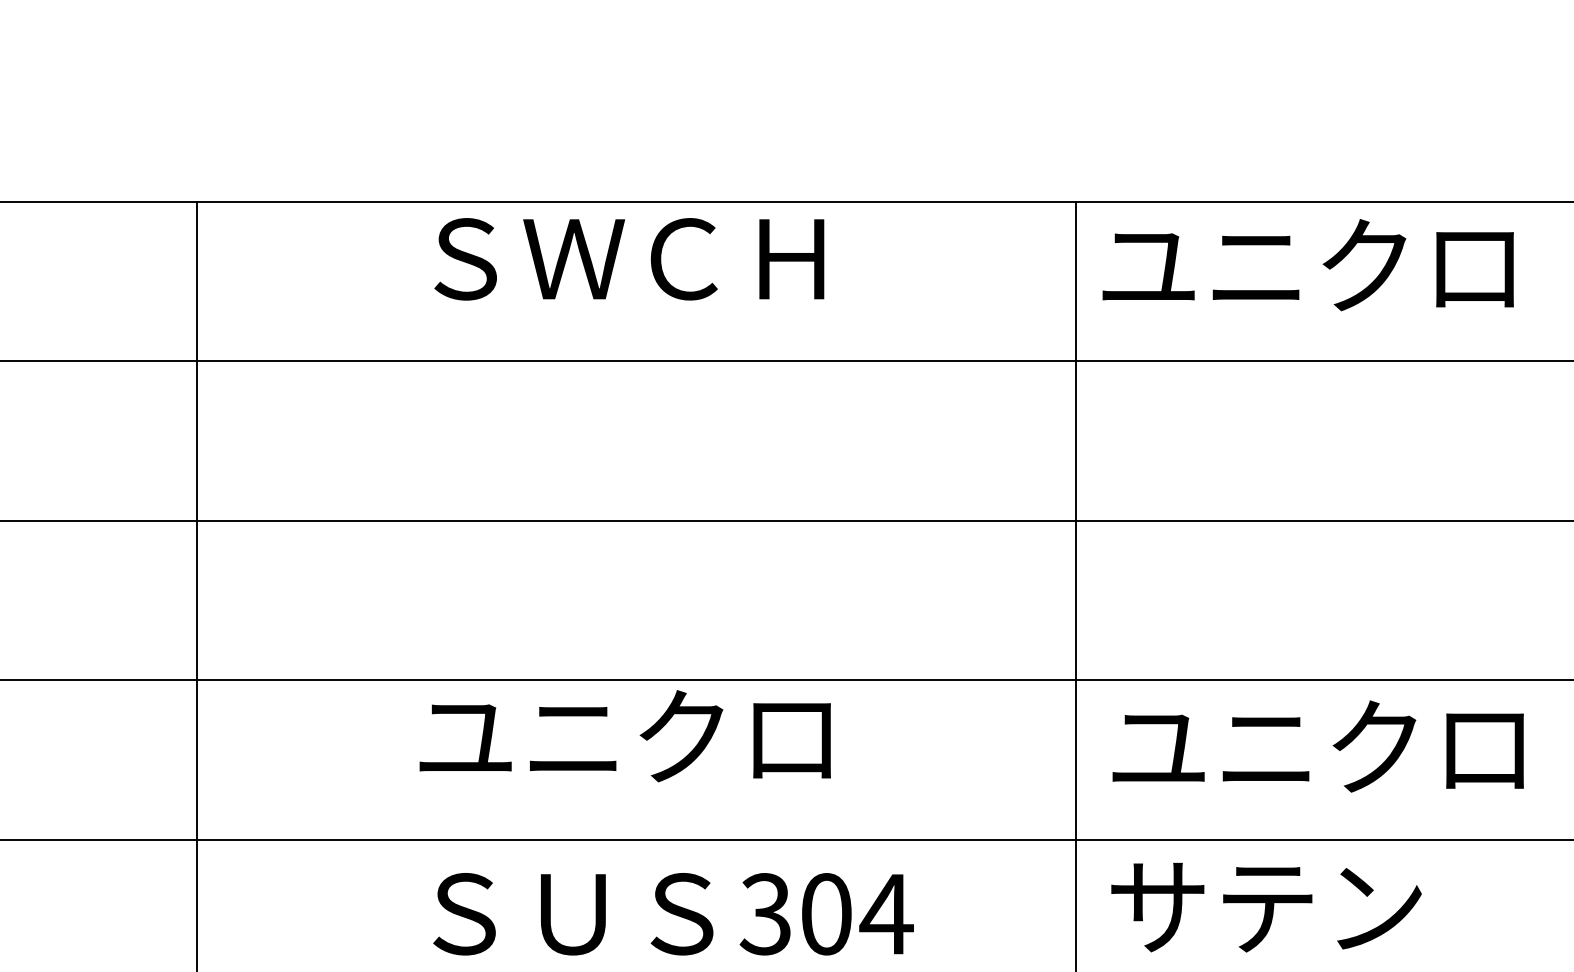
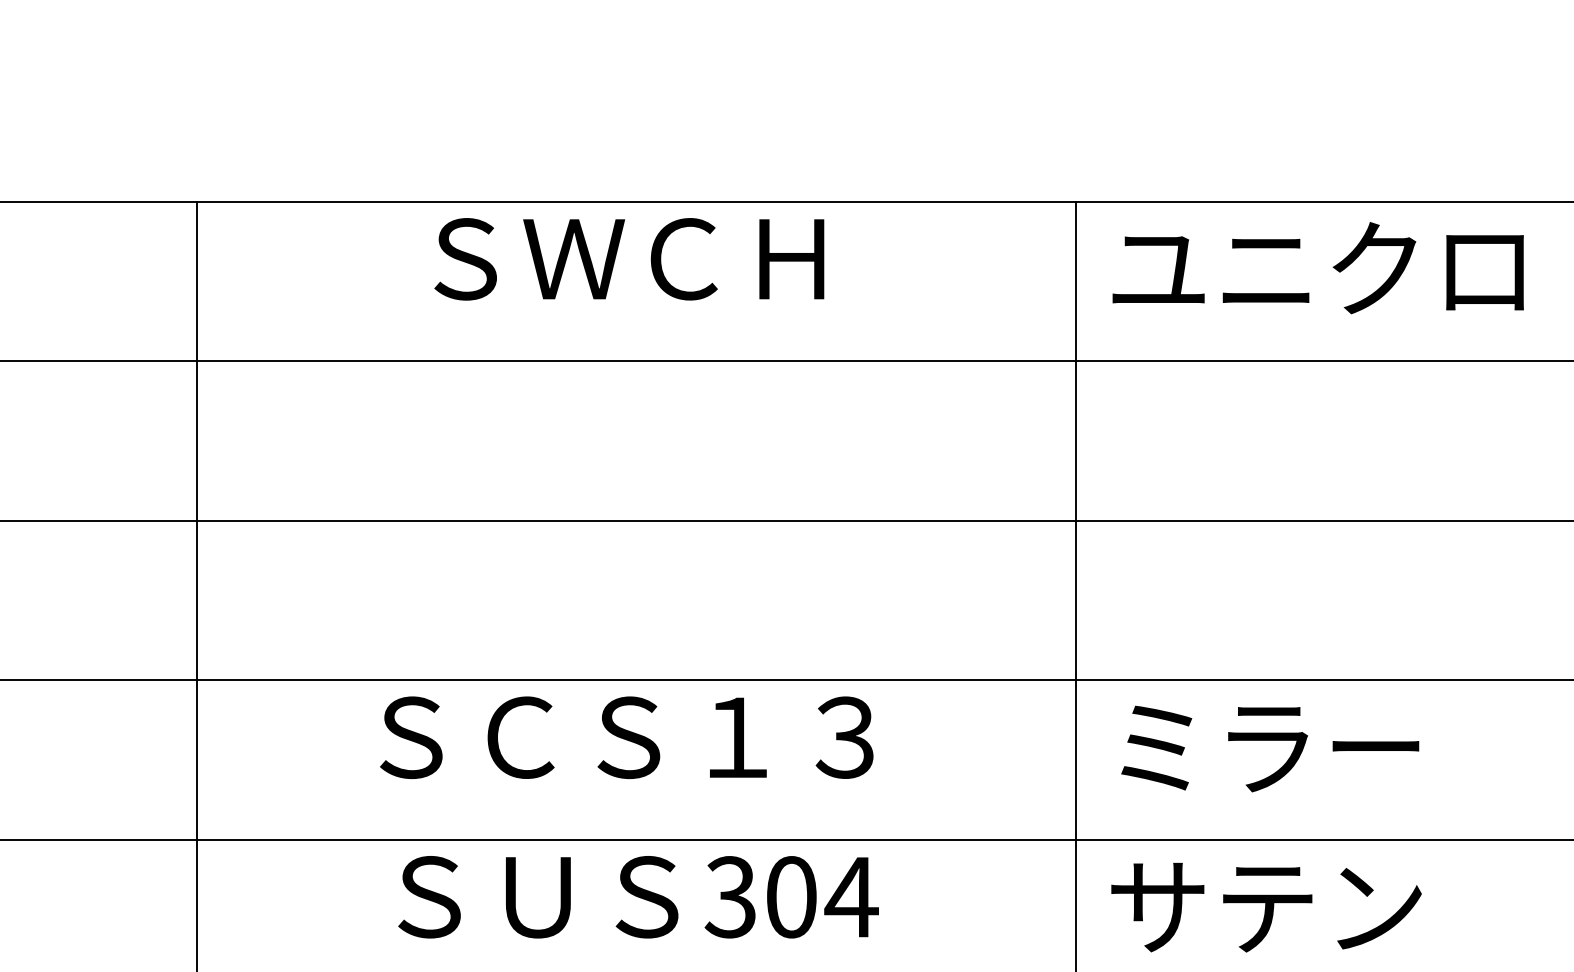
text at (1307, 265) position: (1307, 265) -> (1317, 268)
text at (626, 736): ユニクロ -> ＳＣＳ１３
text at (1317, 746): ユニクロ -> ミラー
text at (673, 914) position: (673, 914) -> (638, 897)
